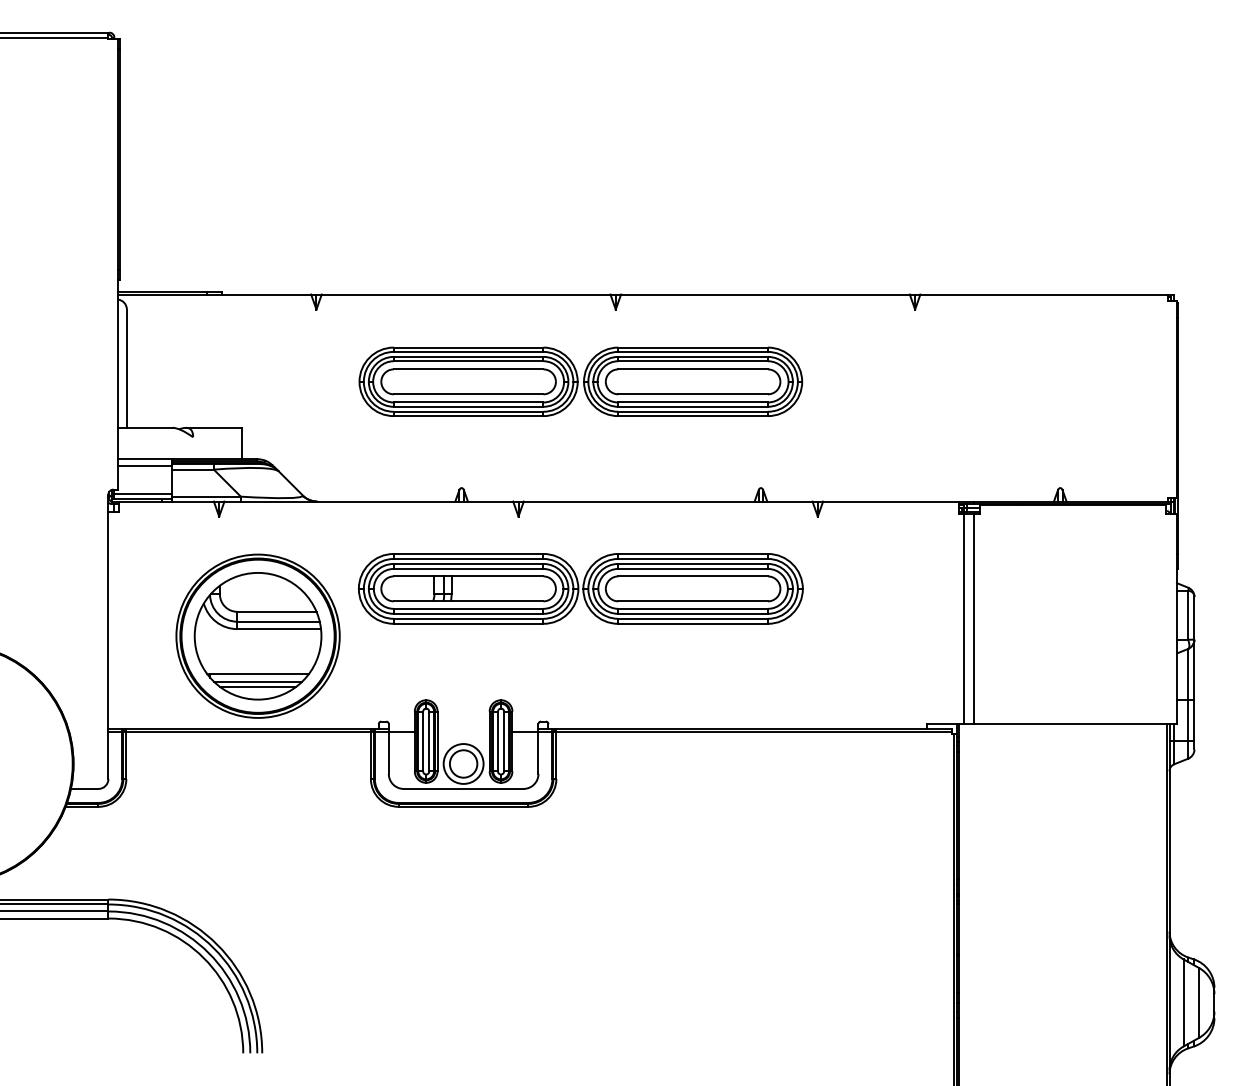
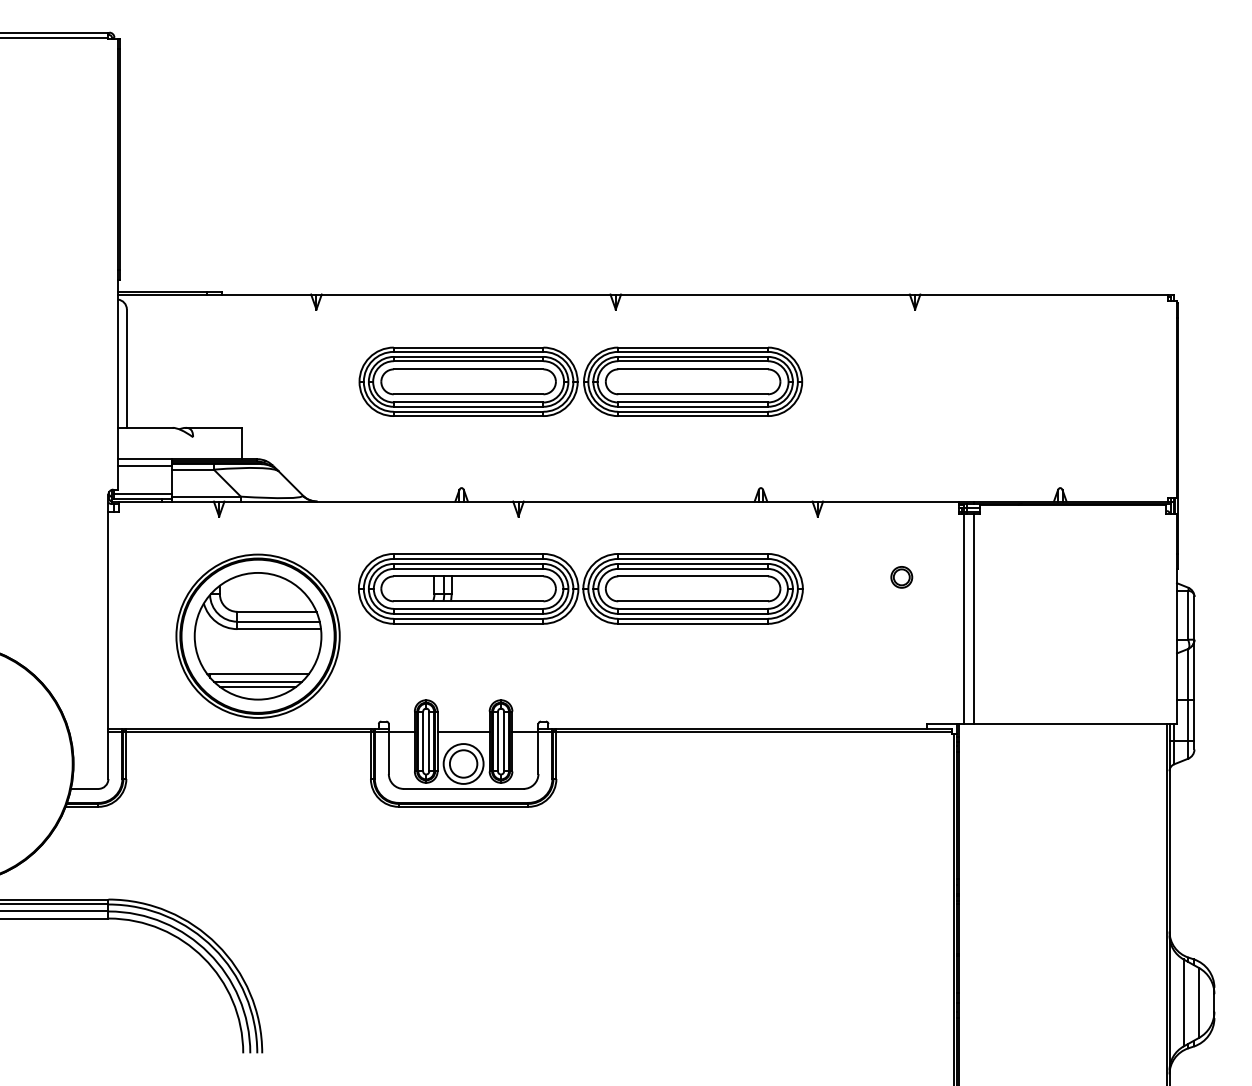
part at (901, 577): none -> present
line at (463, 732): none -> present
